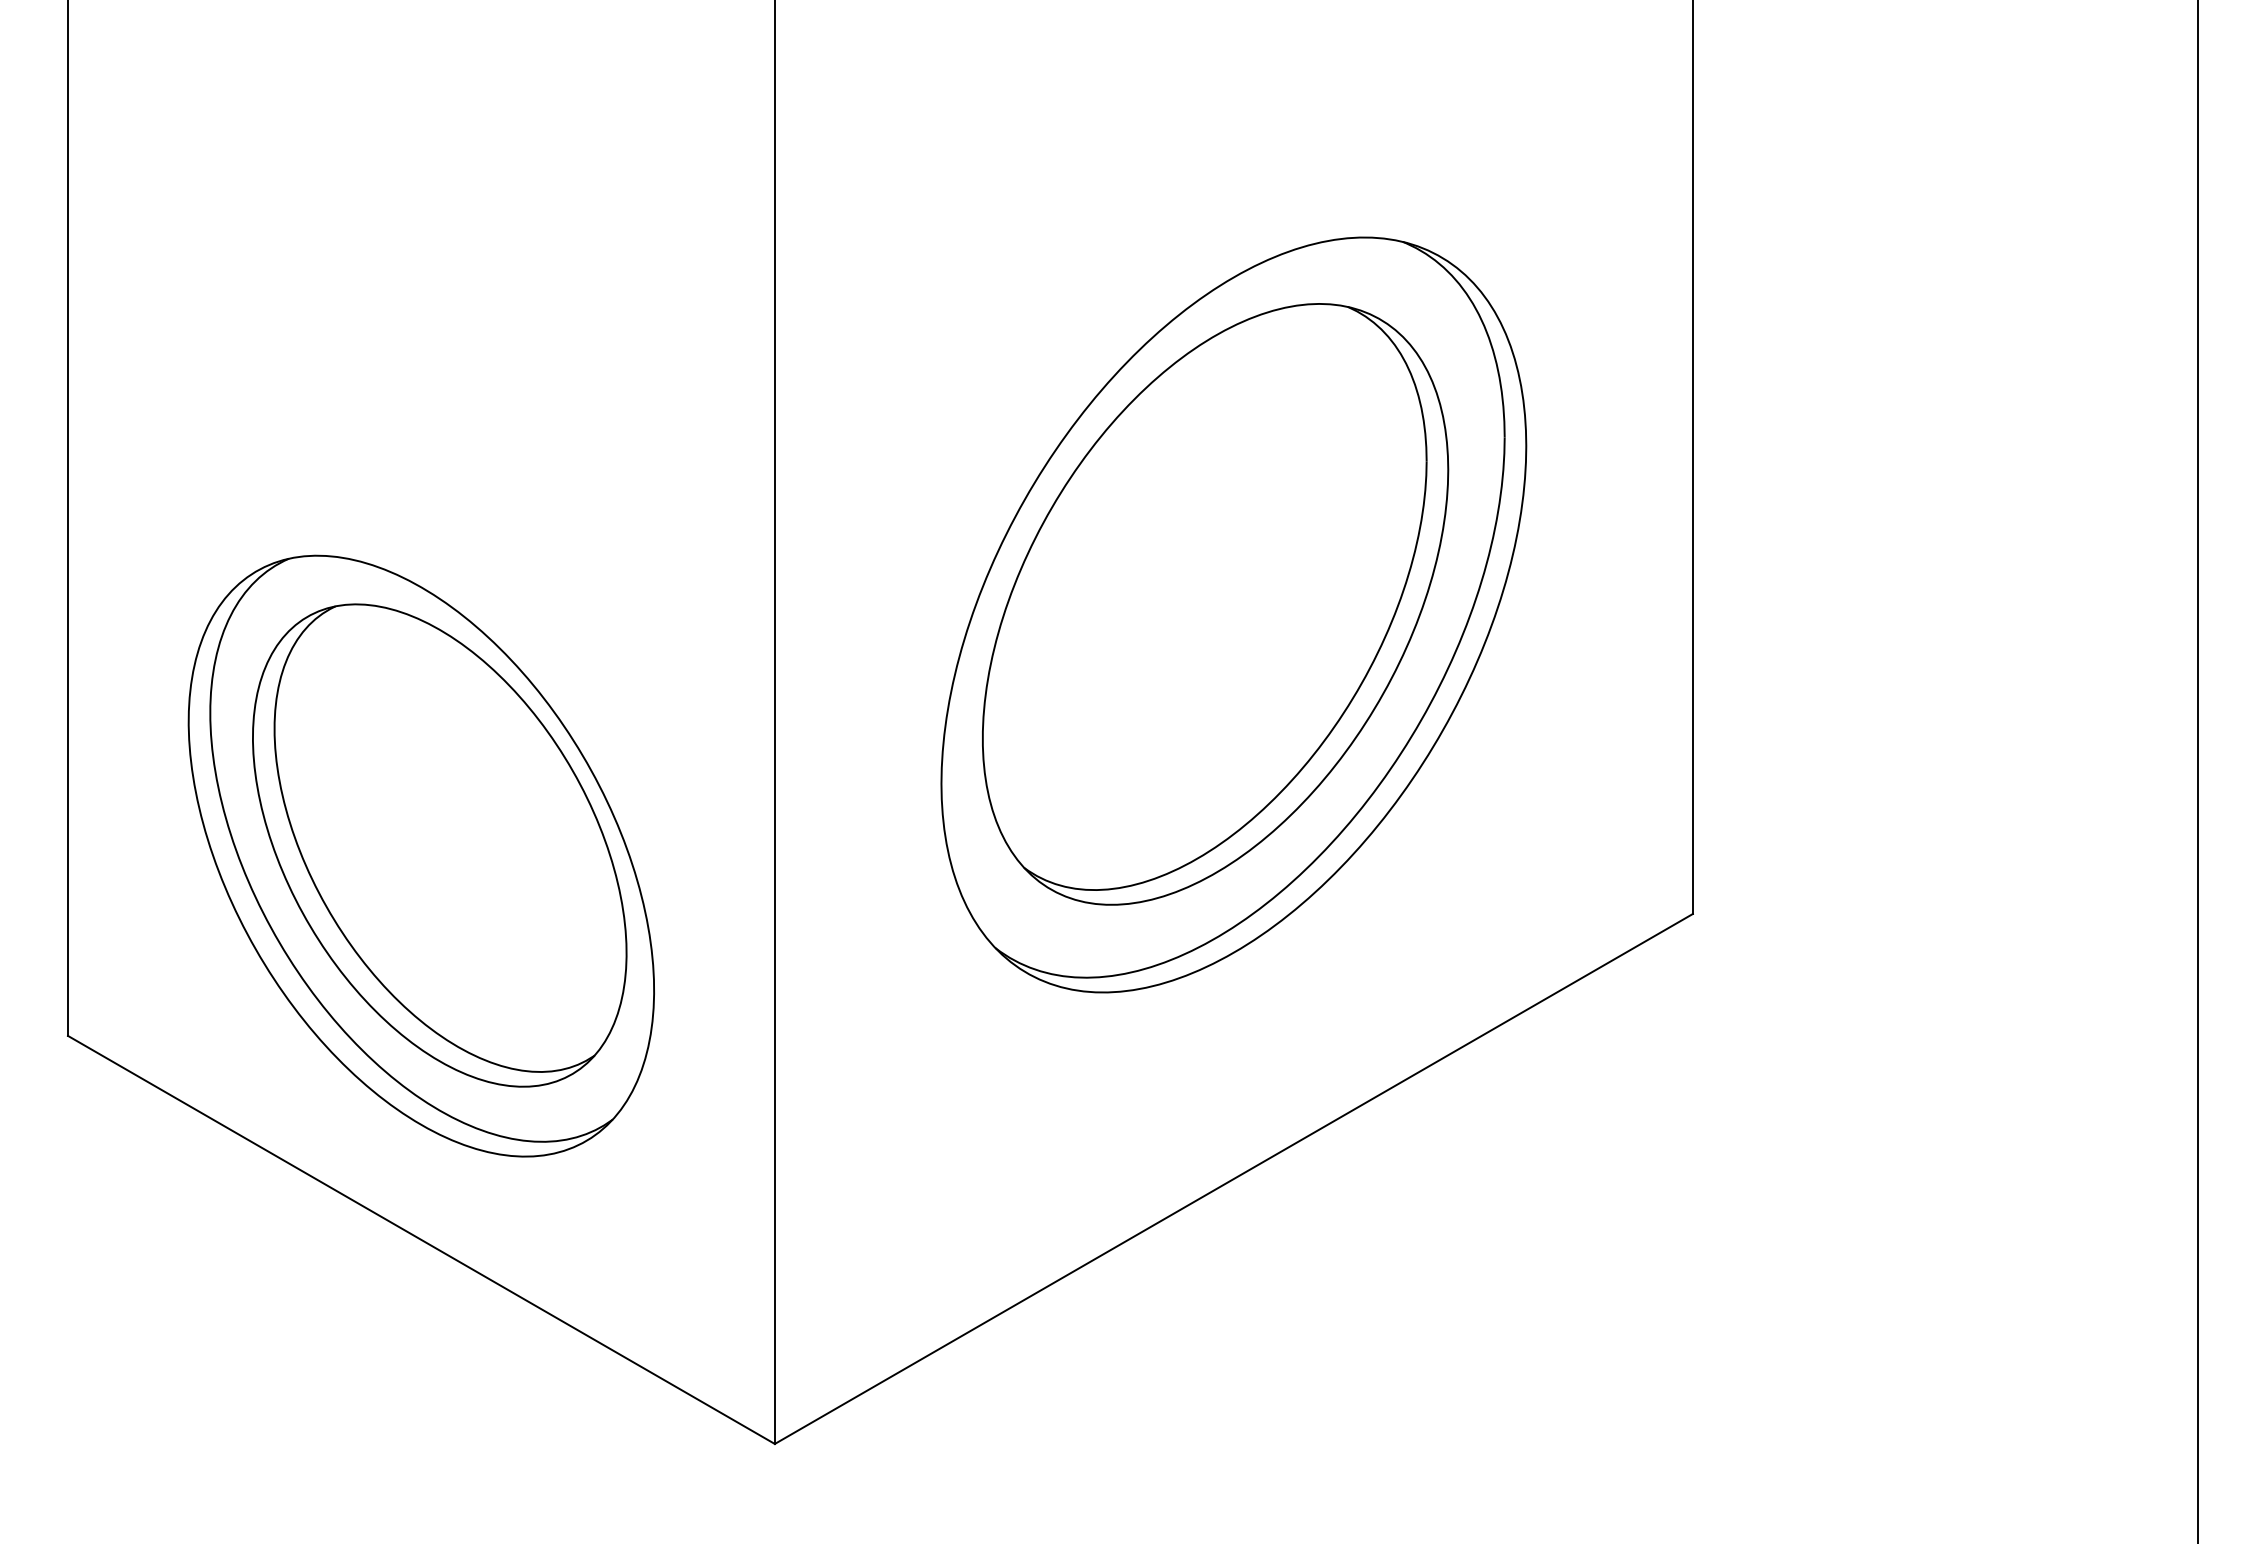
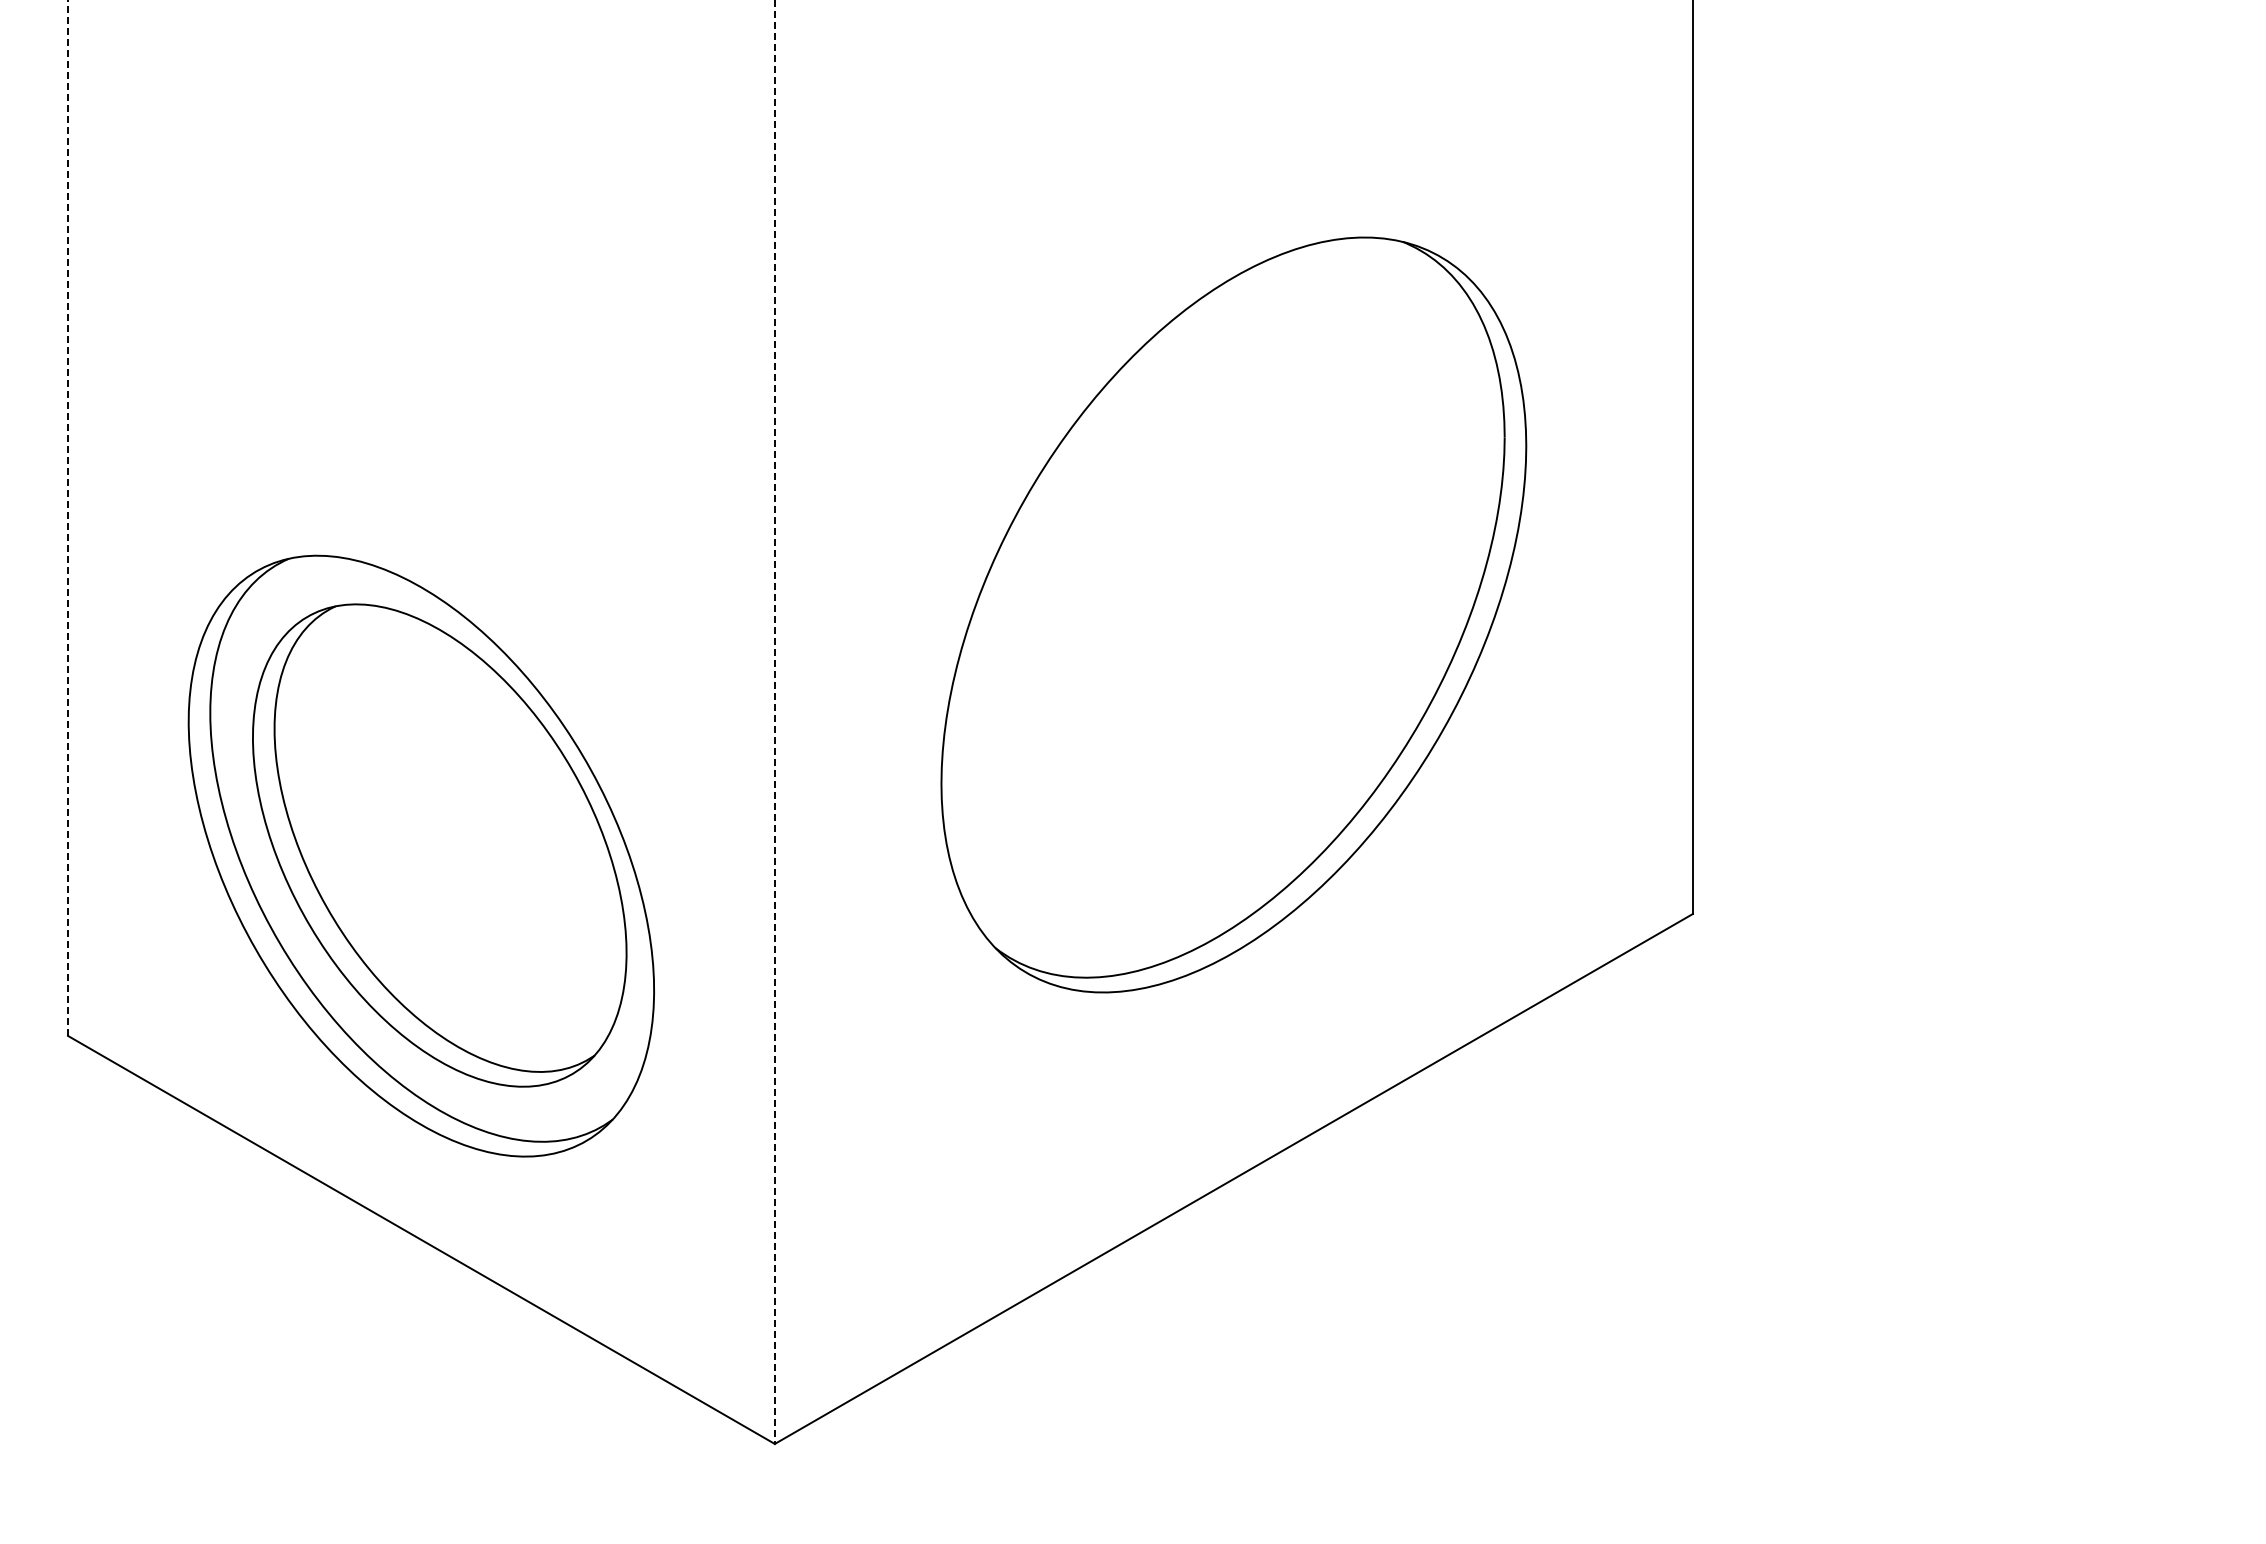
line at (67, 517): solid -> dashed
part at (1215, 604): present -> none
line at (774, 722): solid -> dashed
line at (2198, 771): present -> none
